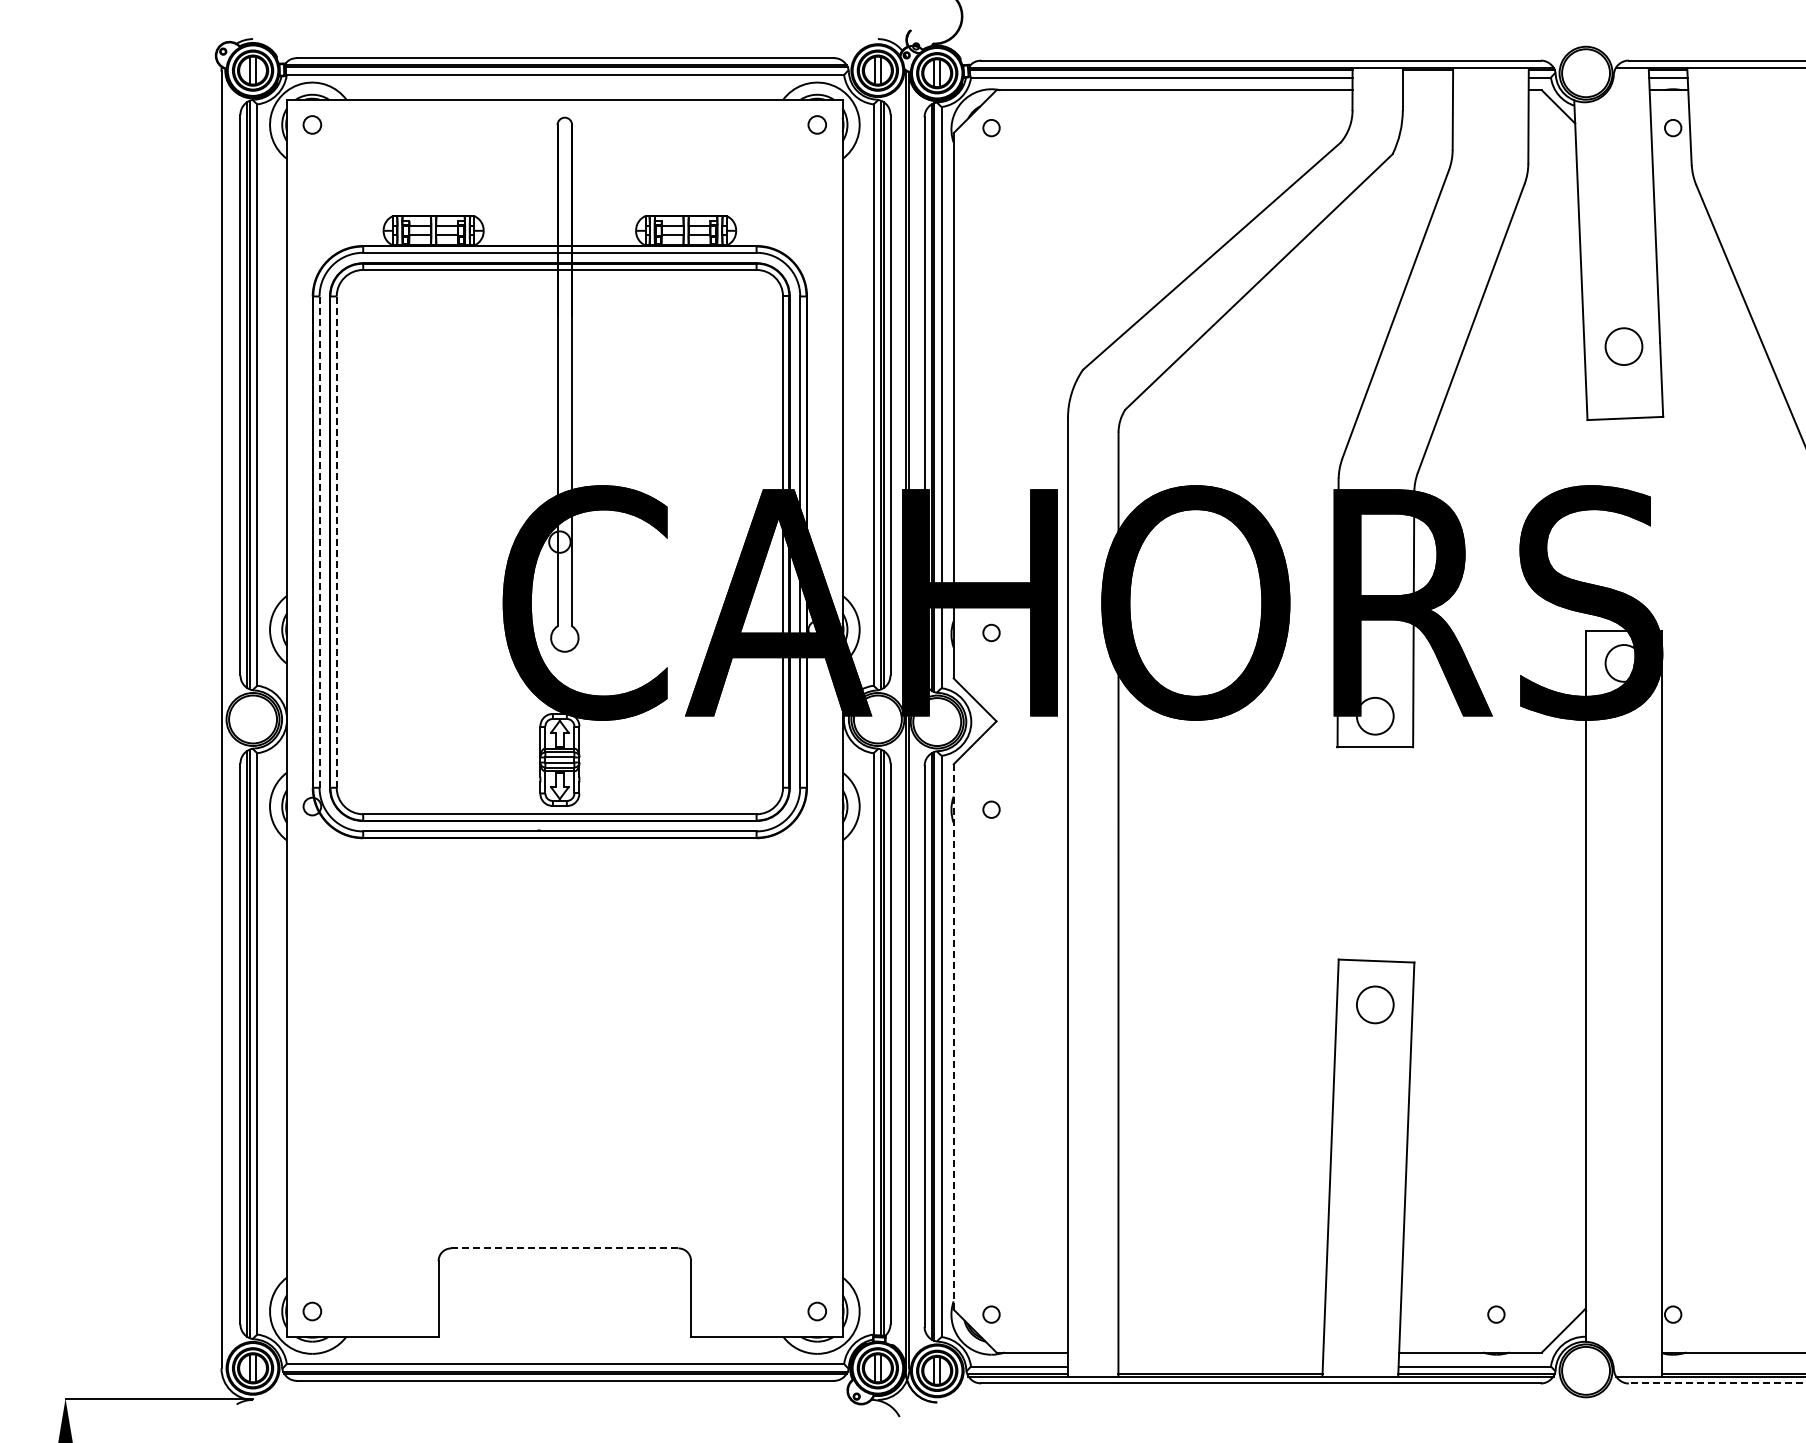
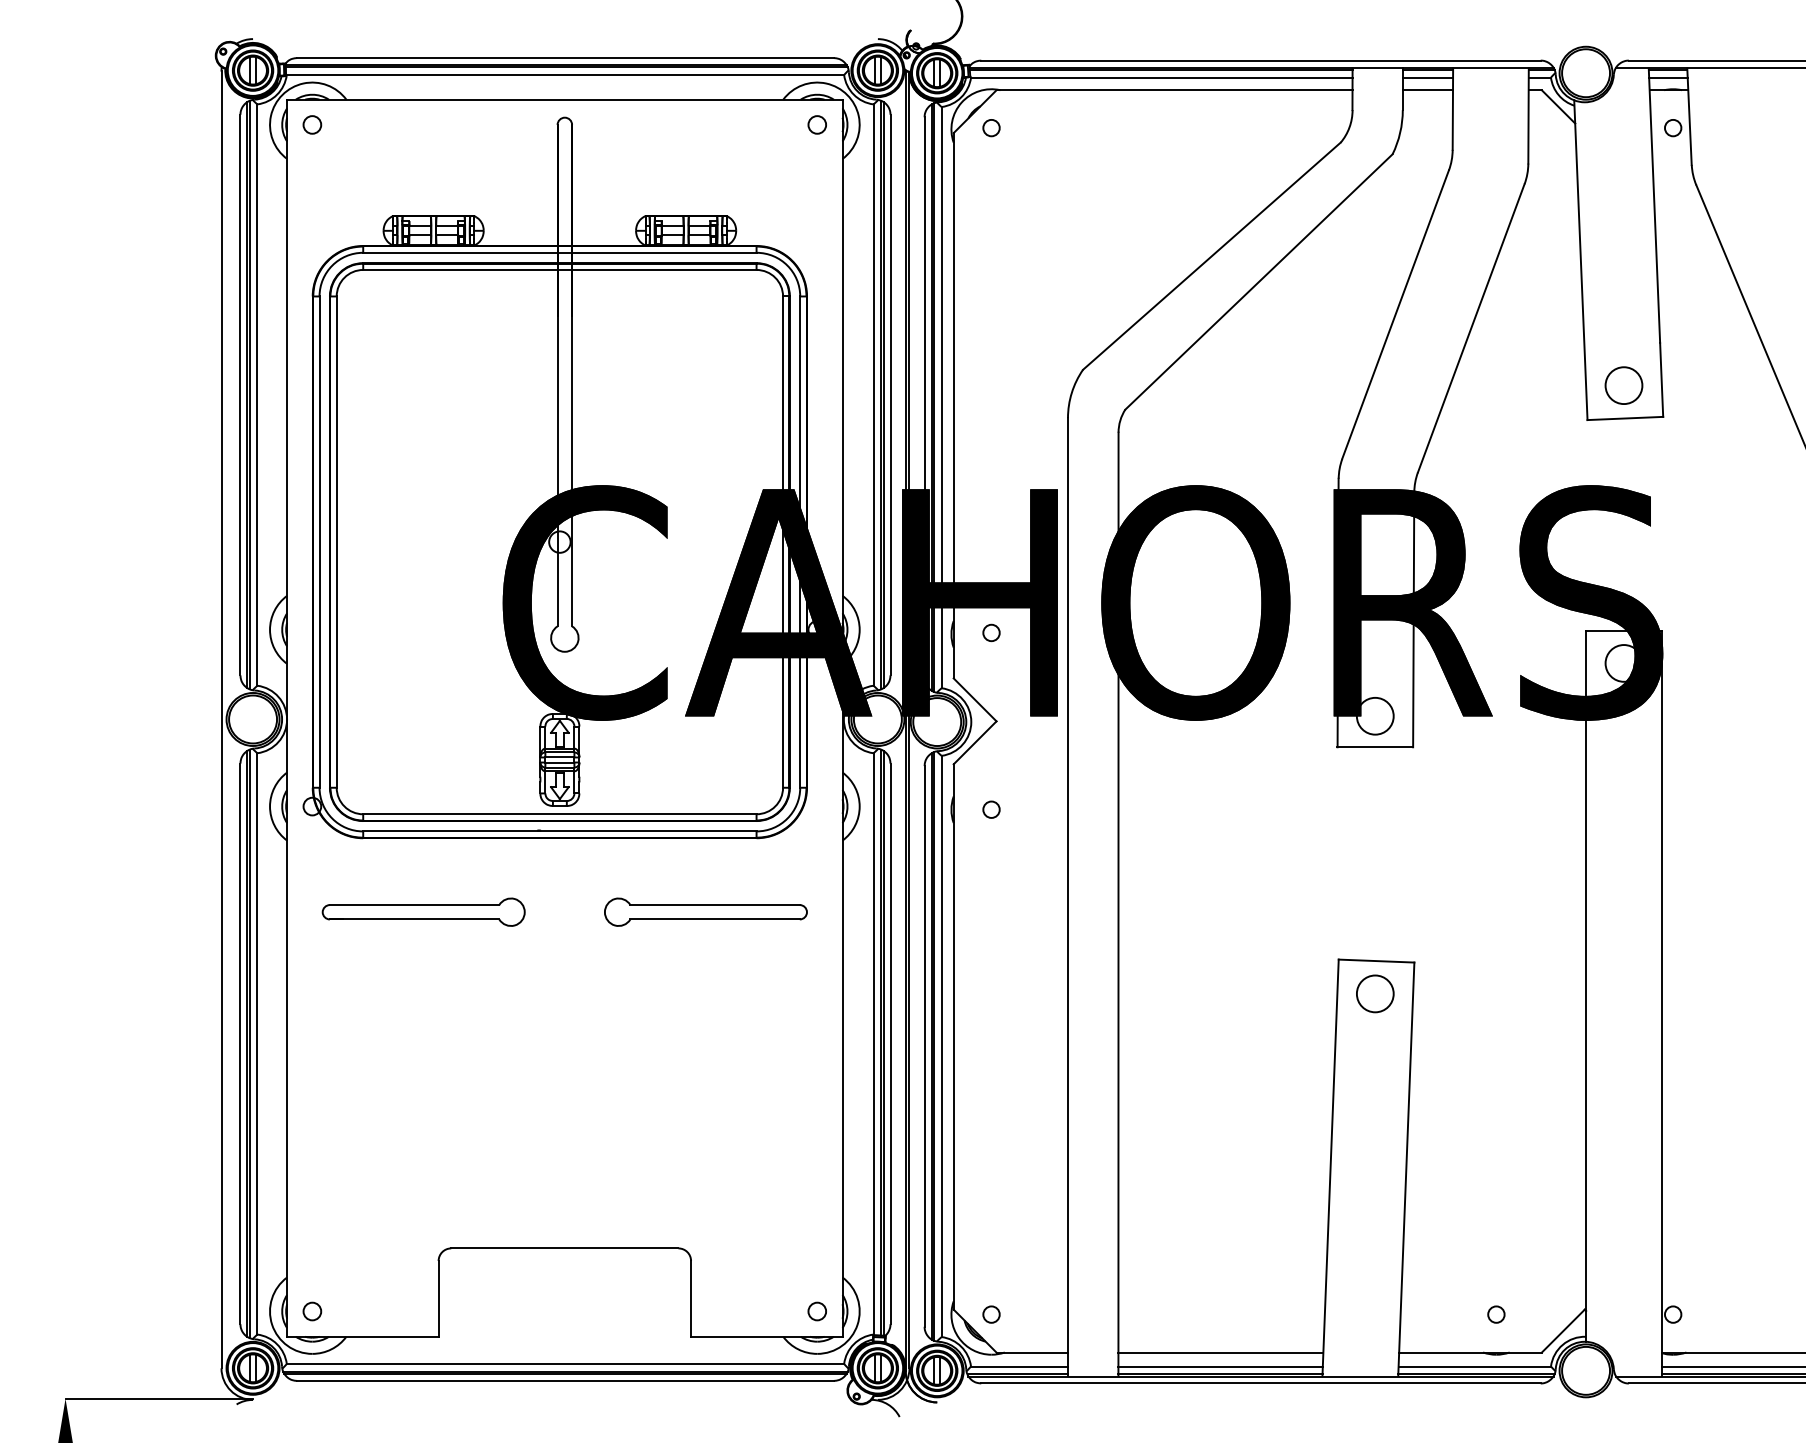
line at (1427, 77): none -> present
line at (1427, 90): none -> present
circle at (1623, 346) position: (1623, 346) -> (1623, 385)
line at (319, 542): dashed -> solid
line at (336, 542): dashed -> solid
part at (423, 911): none -> present
part at (705, 911): none -> present
circle at (1375, 1004) position: (1375, 1004) -> (1375, 993)
line at (953, 1036): dashed -> solid
line at (564, 1248): dashed -> solid
line at (1220, 1352): none -> present
line at (1220, 1366): none -> present
line at (1731, 1366): none -> present
line at (1716, 1383): dashed -> solid
